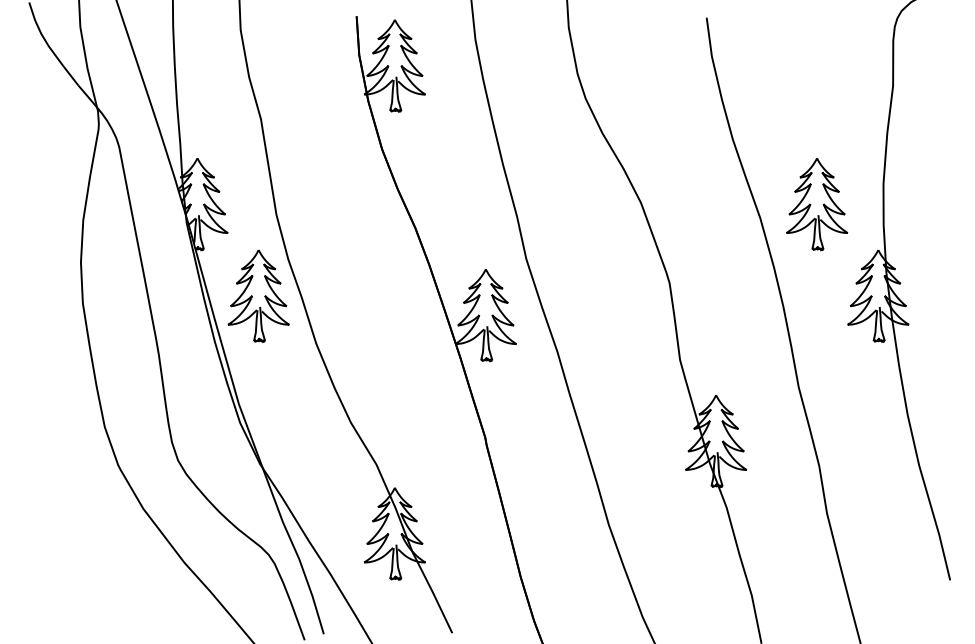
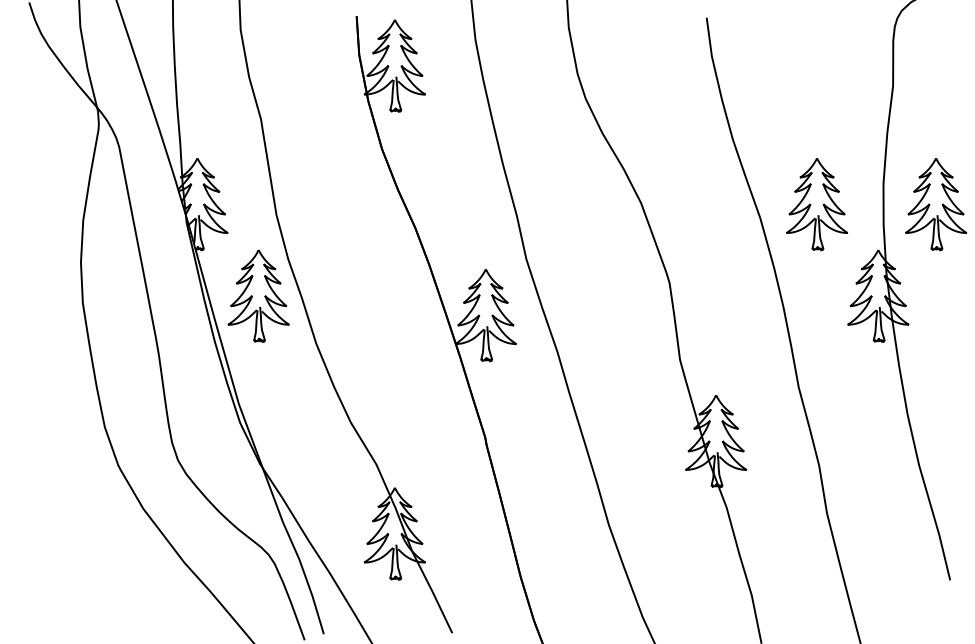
part at (936, 204): none -> present
